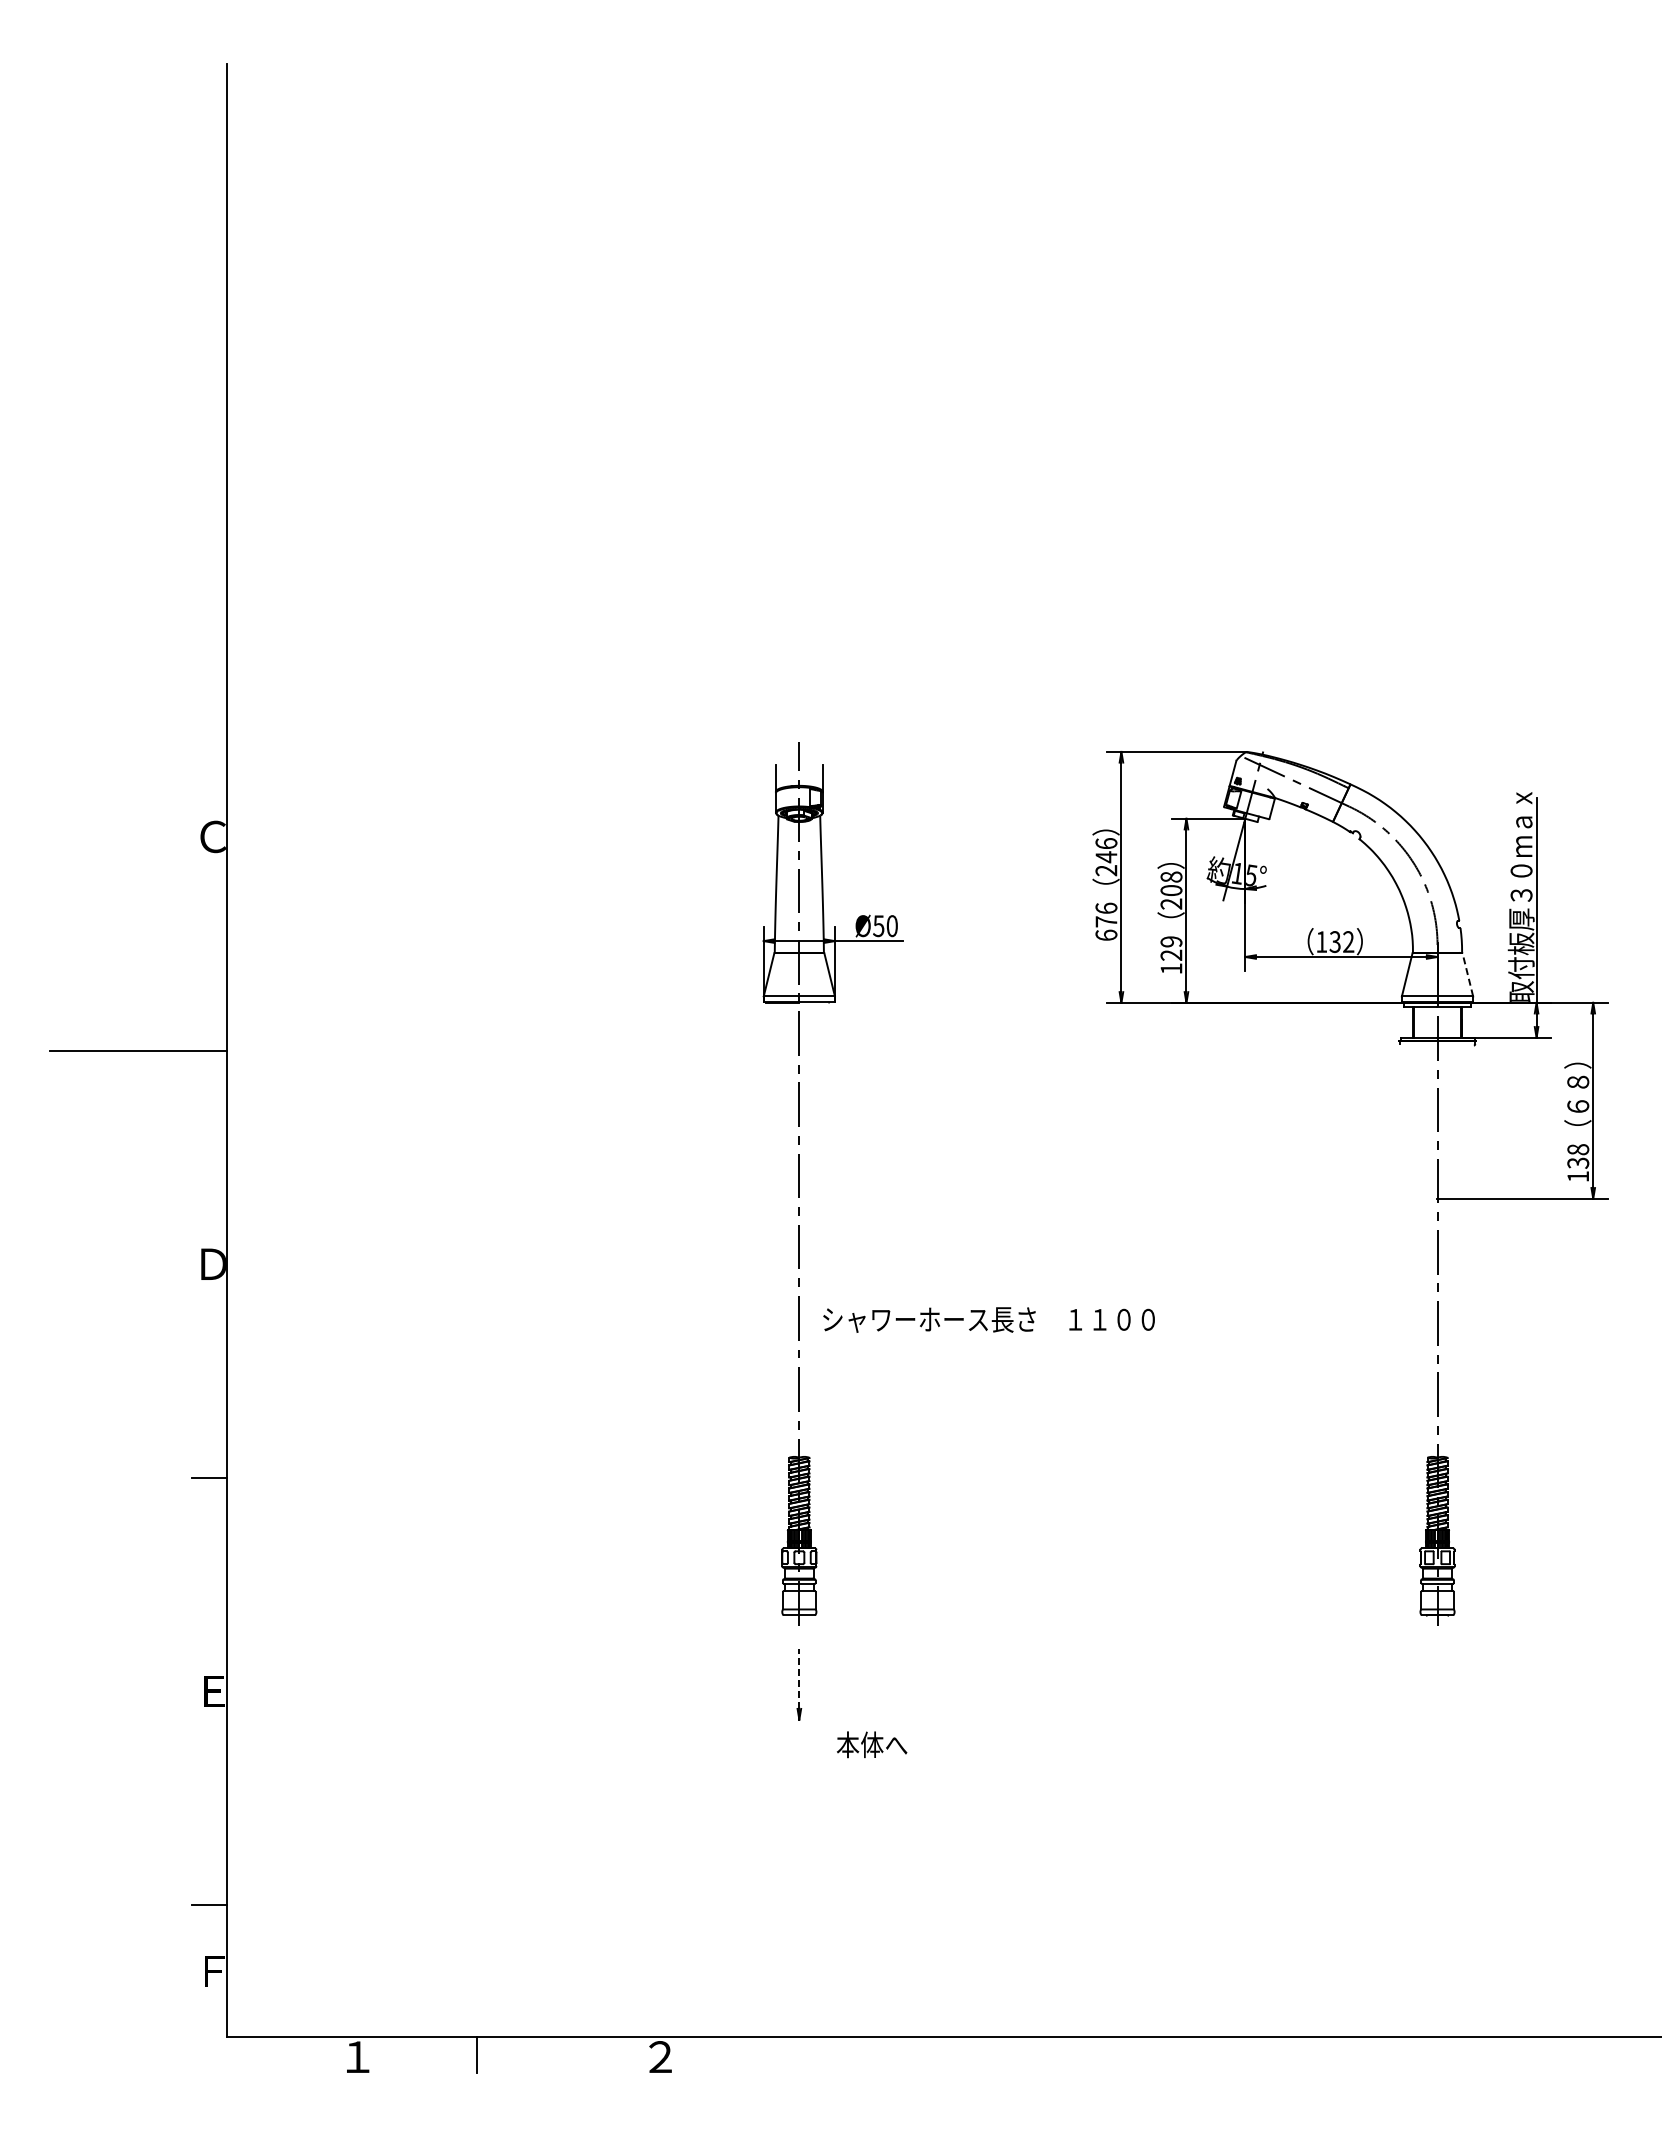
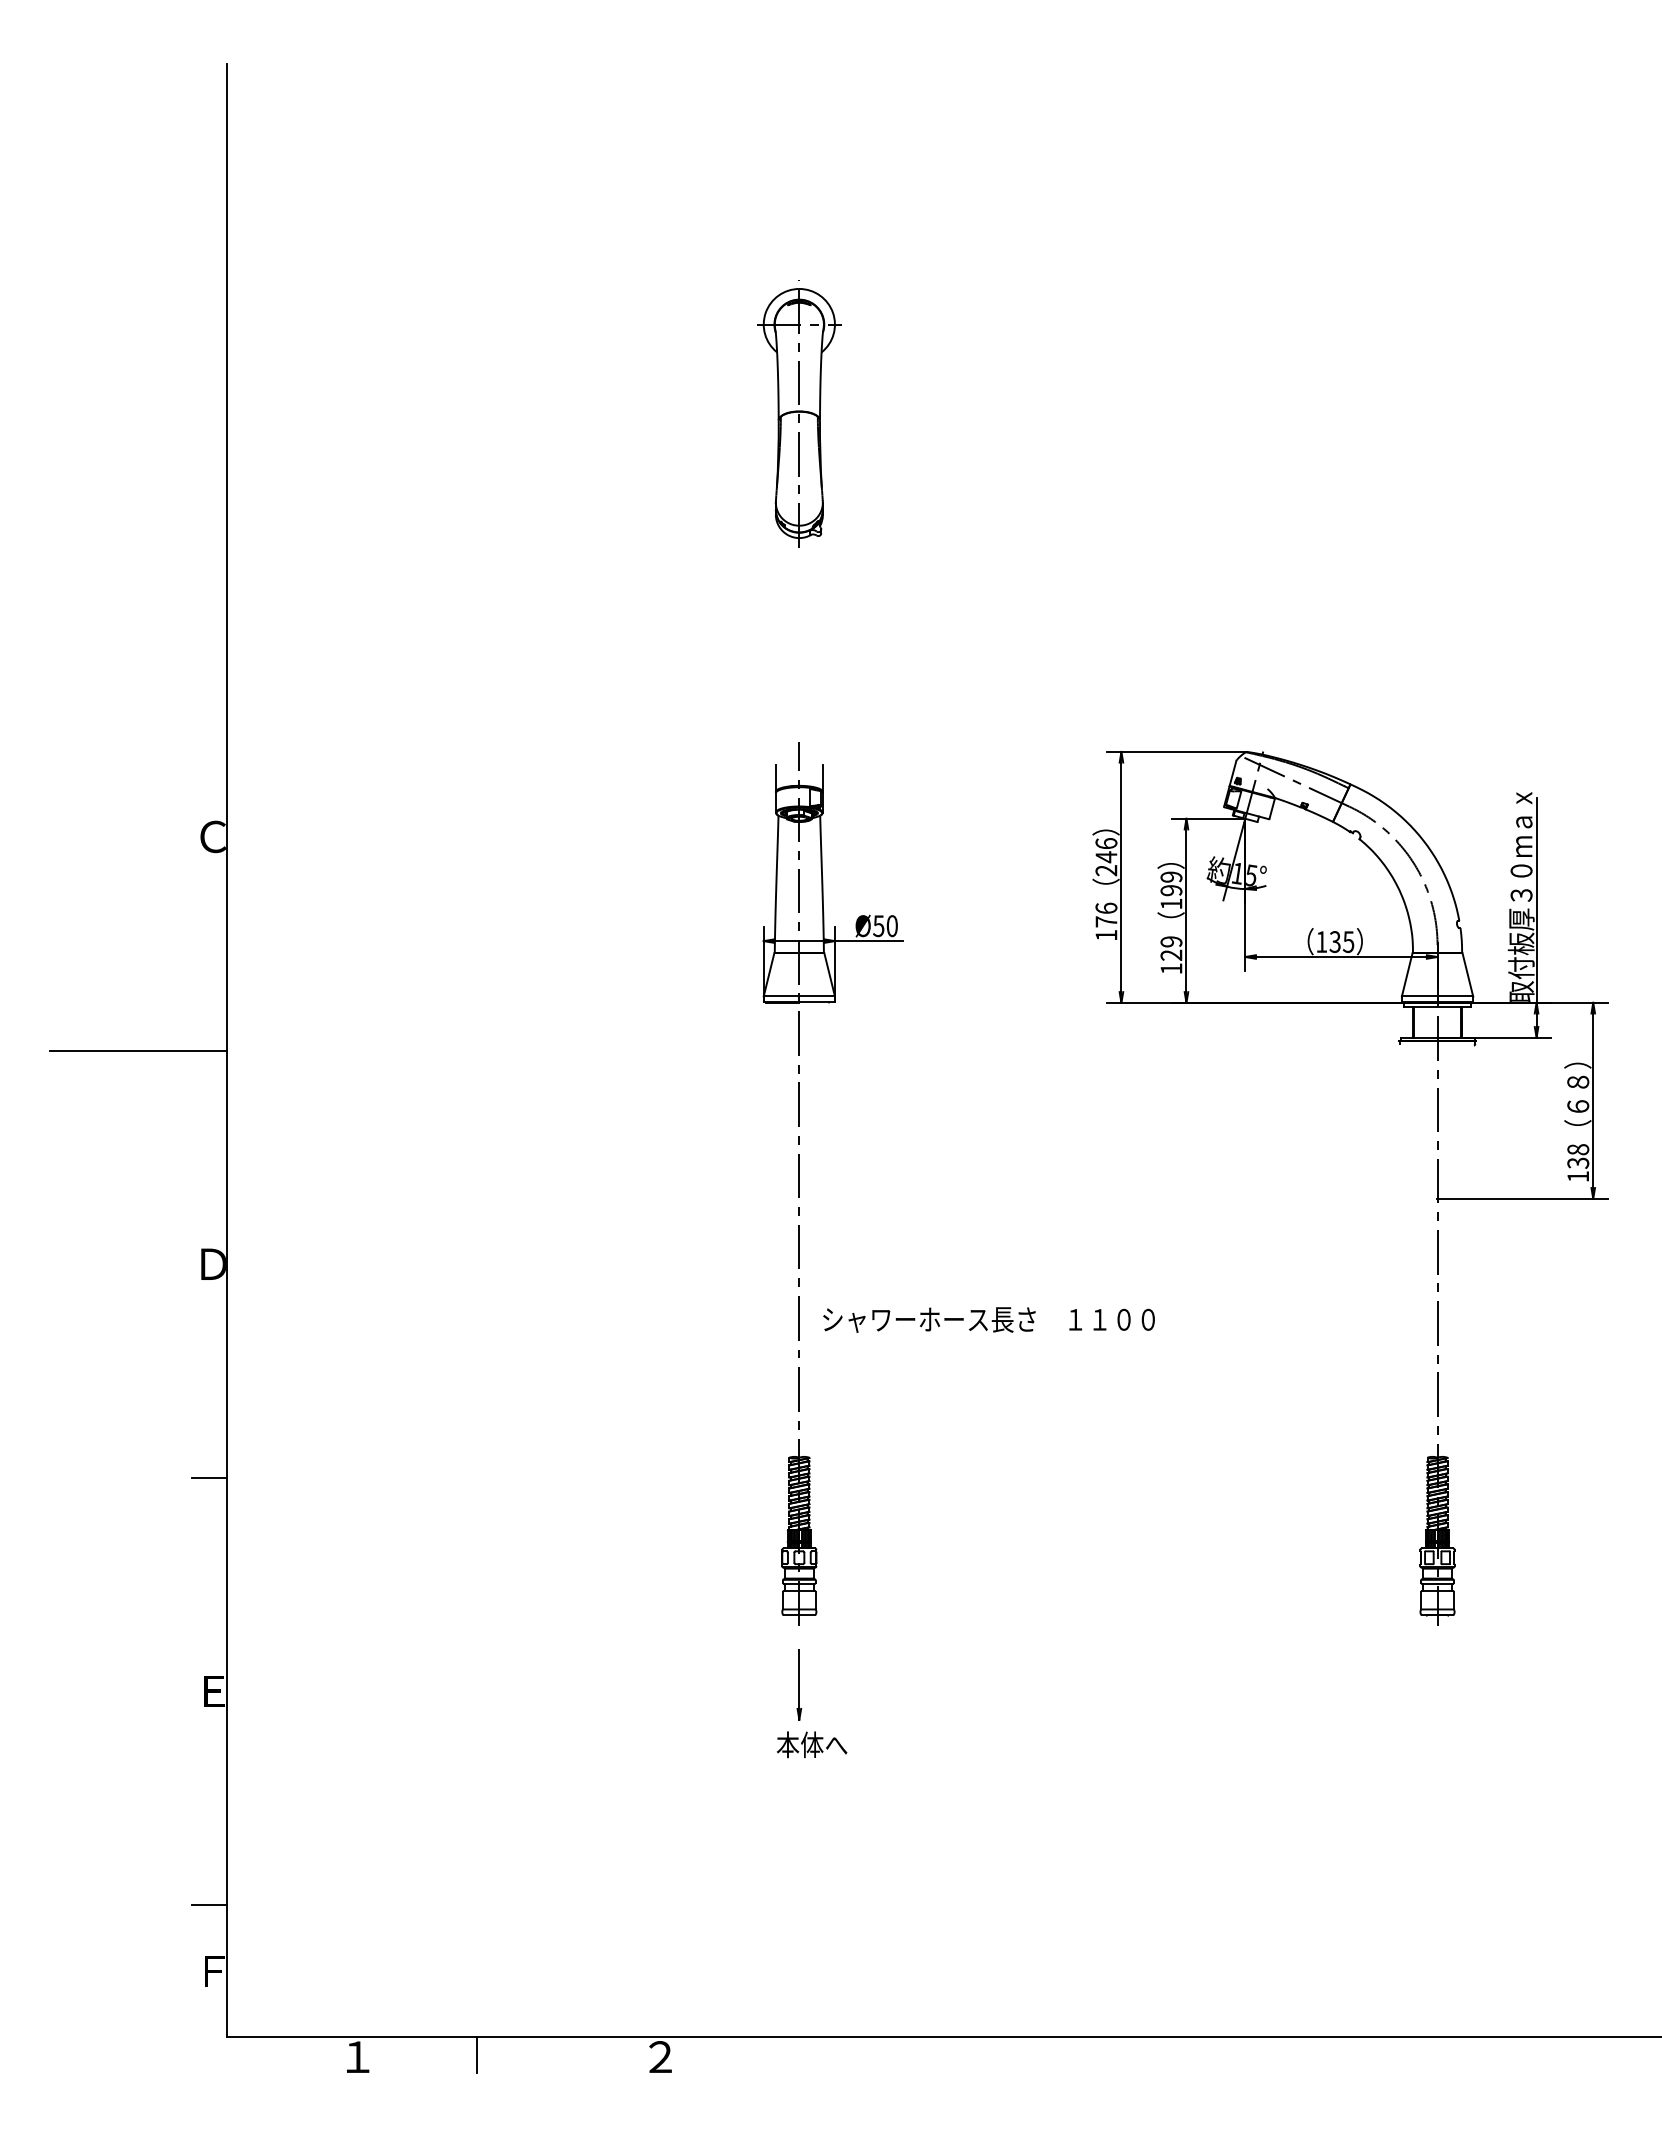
part at (799, 413): none -> present
text at (1171, 890): 208 -> 199
text at (1106, 934): 676 -> 176
text at (1348, 942): 132 -> 135
line at (1467, 974): dashed -> solid
line at (799, 1679): dashed -> solid
text at (872, 1744) position: (872, 1744) -> (812, 1744)
